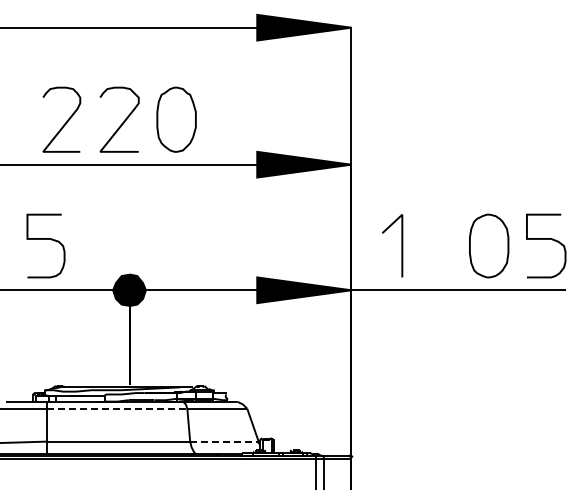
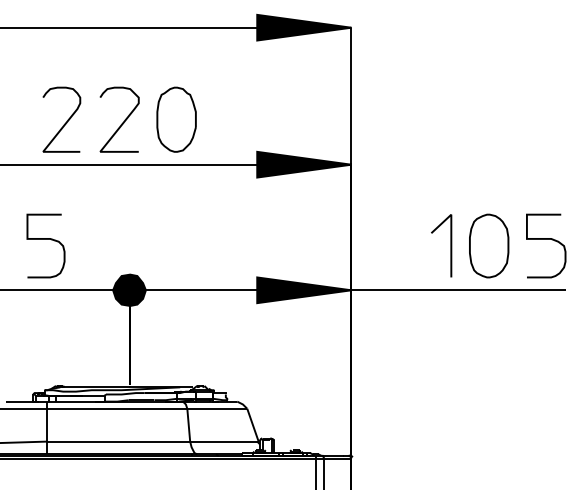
line at (401, 245) position: (401, 245) -> (450, 245)
line at (117, 408): dashed -> solid
line at (224, 441): dashed -> solid
